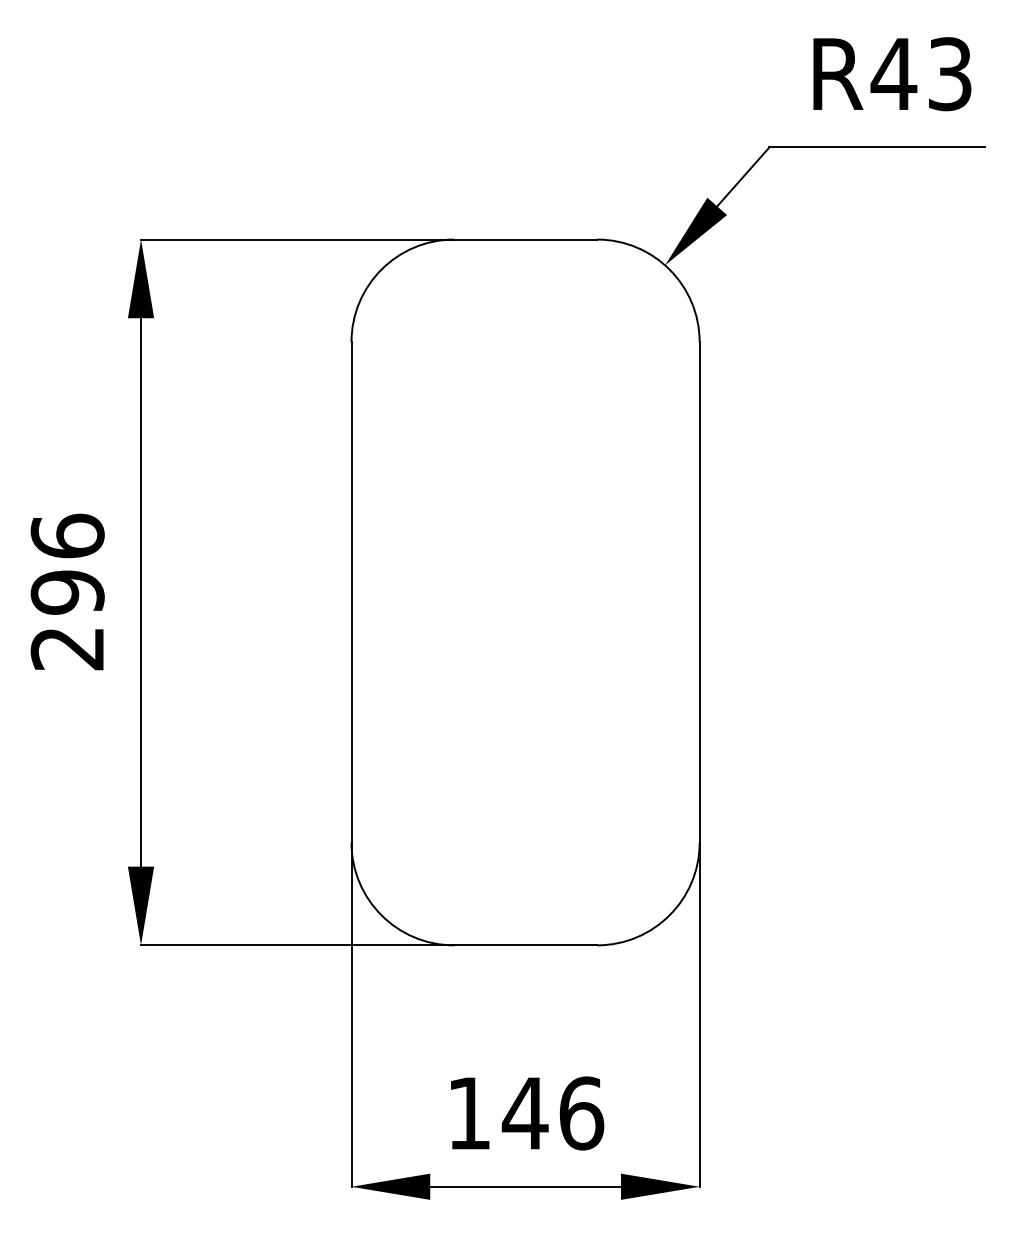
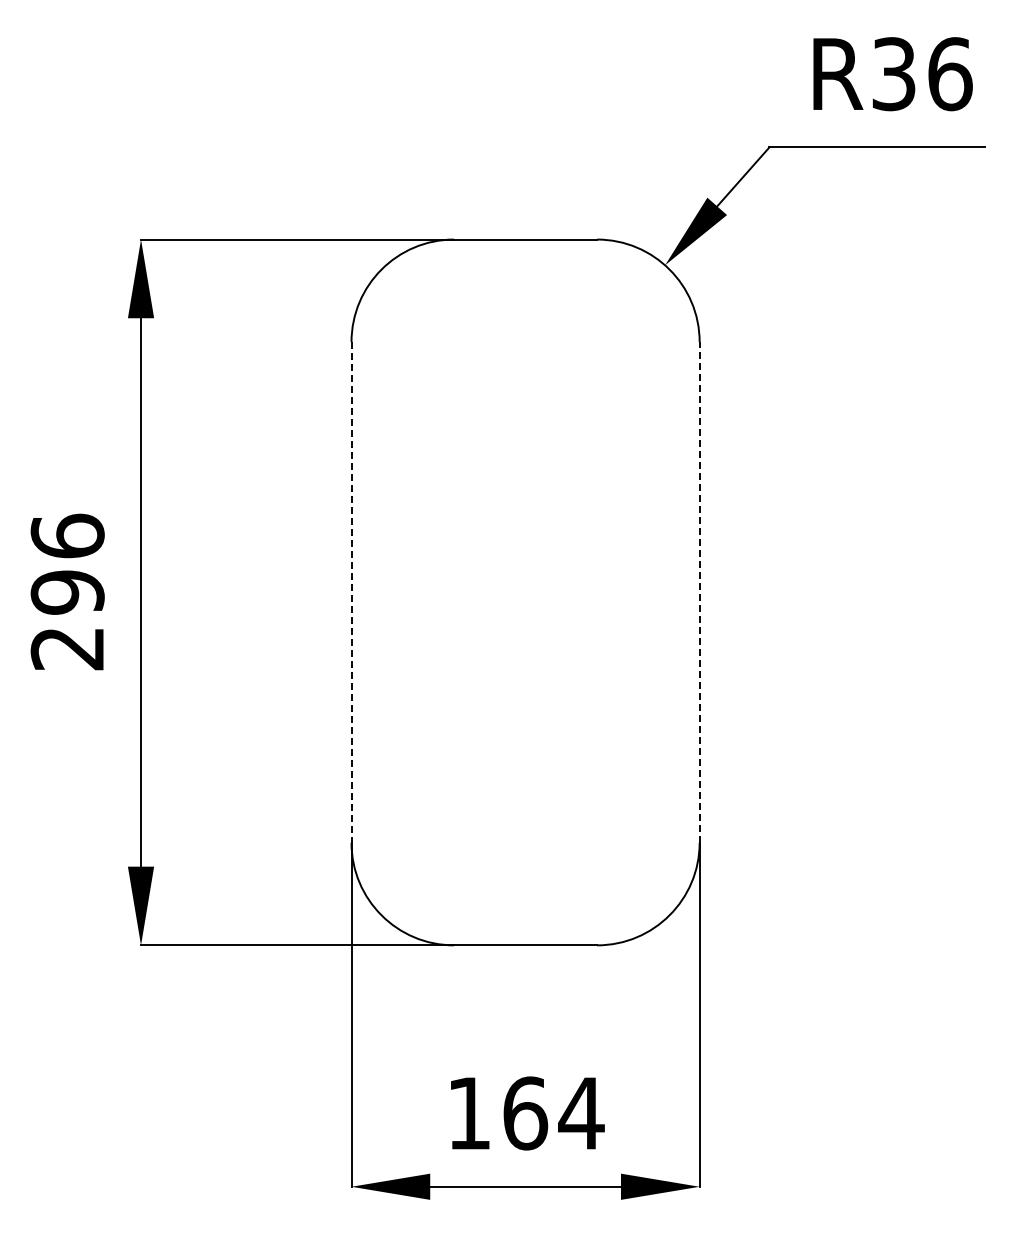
text at (921, 74): R43 -> R36
line at (699, 591): solid -> dashed
line at (351, 592): solid -> dashed
text at (552, 1113): 146 -> 164
